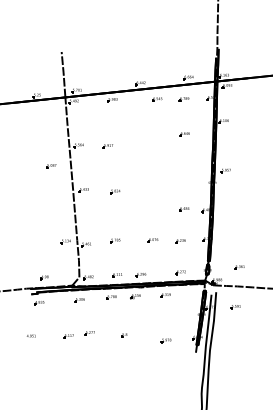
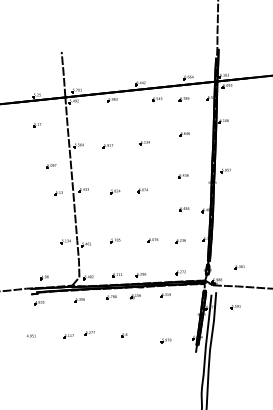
part at (37, 125): none -> present
part at (144, 143): none -> present
part at (183, 176): none -> present
part at (142, 190): none -> present
part at (58, 193): none -> present
